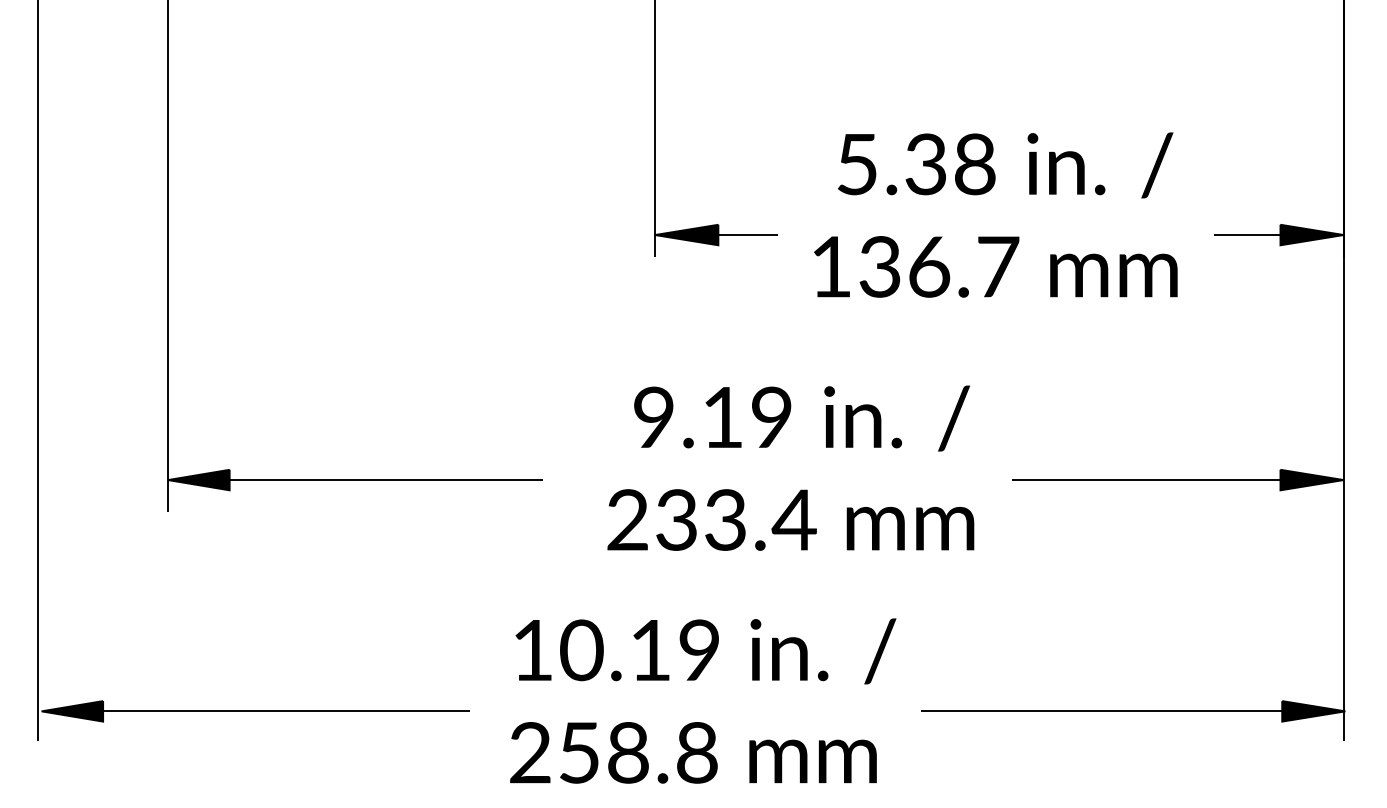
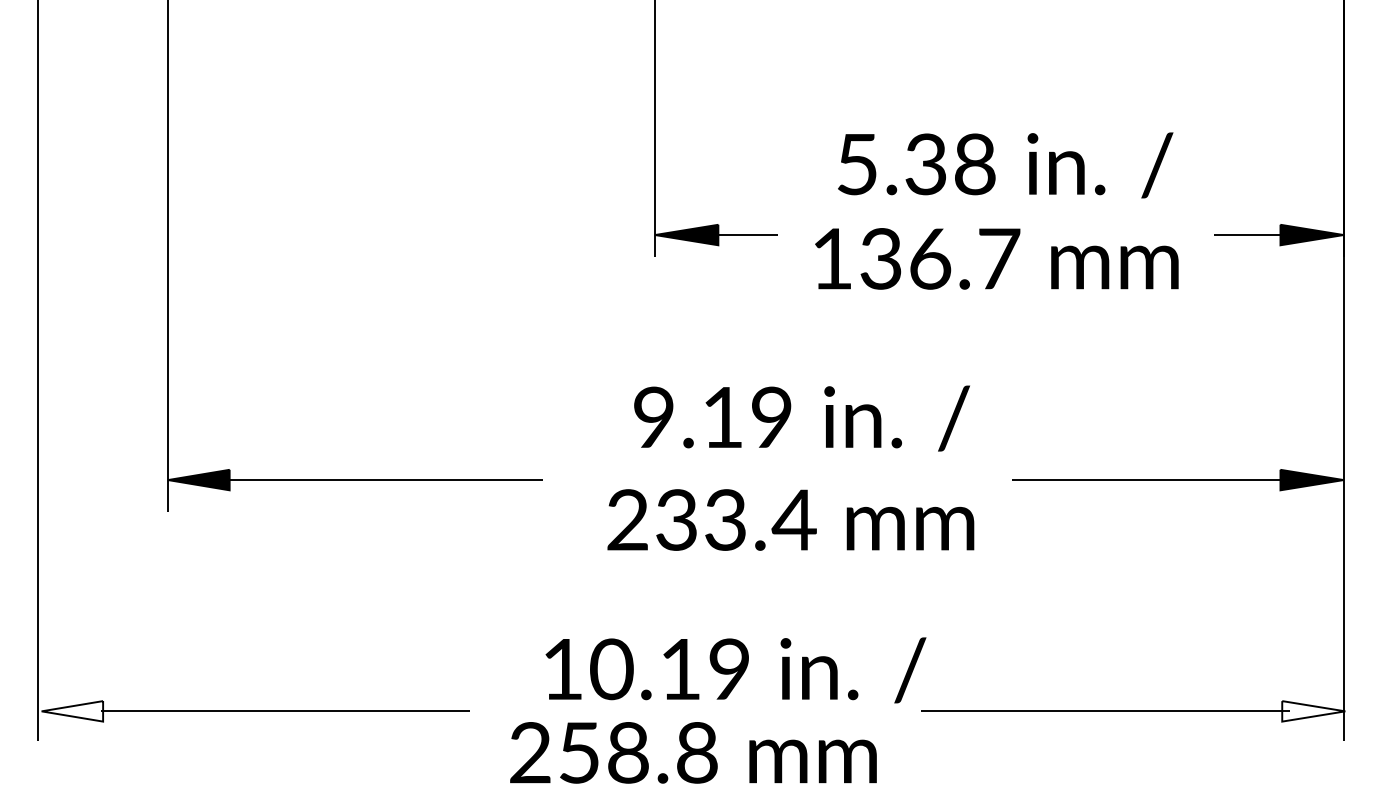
text at (995, 266) position: (995, 266) -> (996, 258)
text at (705, 651) position: (705, 651) -> (735, 670)
fill at (72, 711): present -> none
fill at (1313, 711): present -> none
